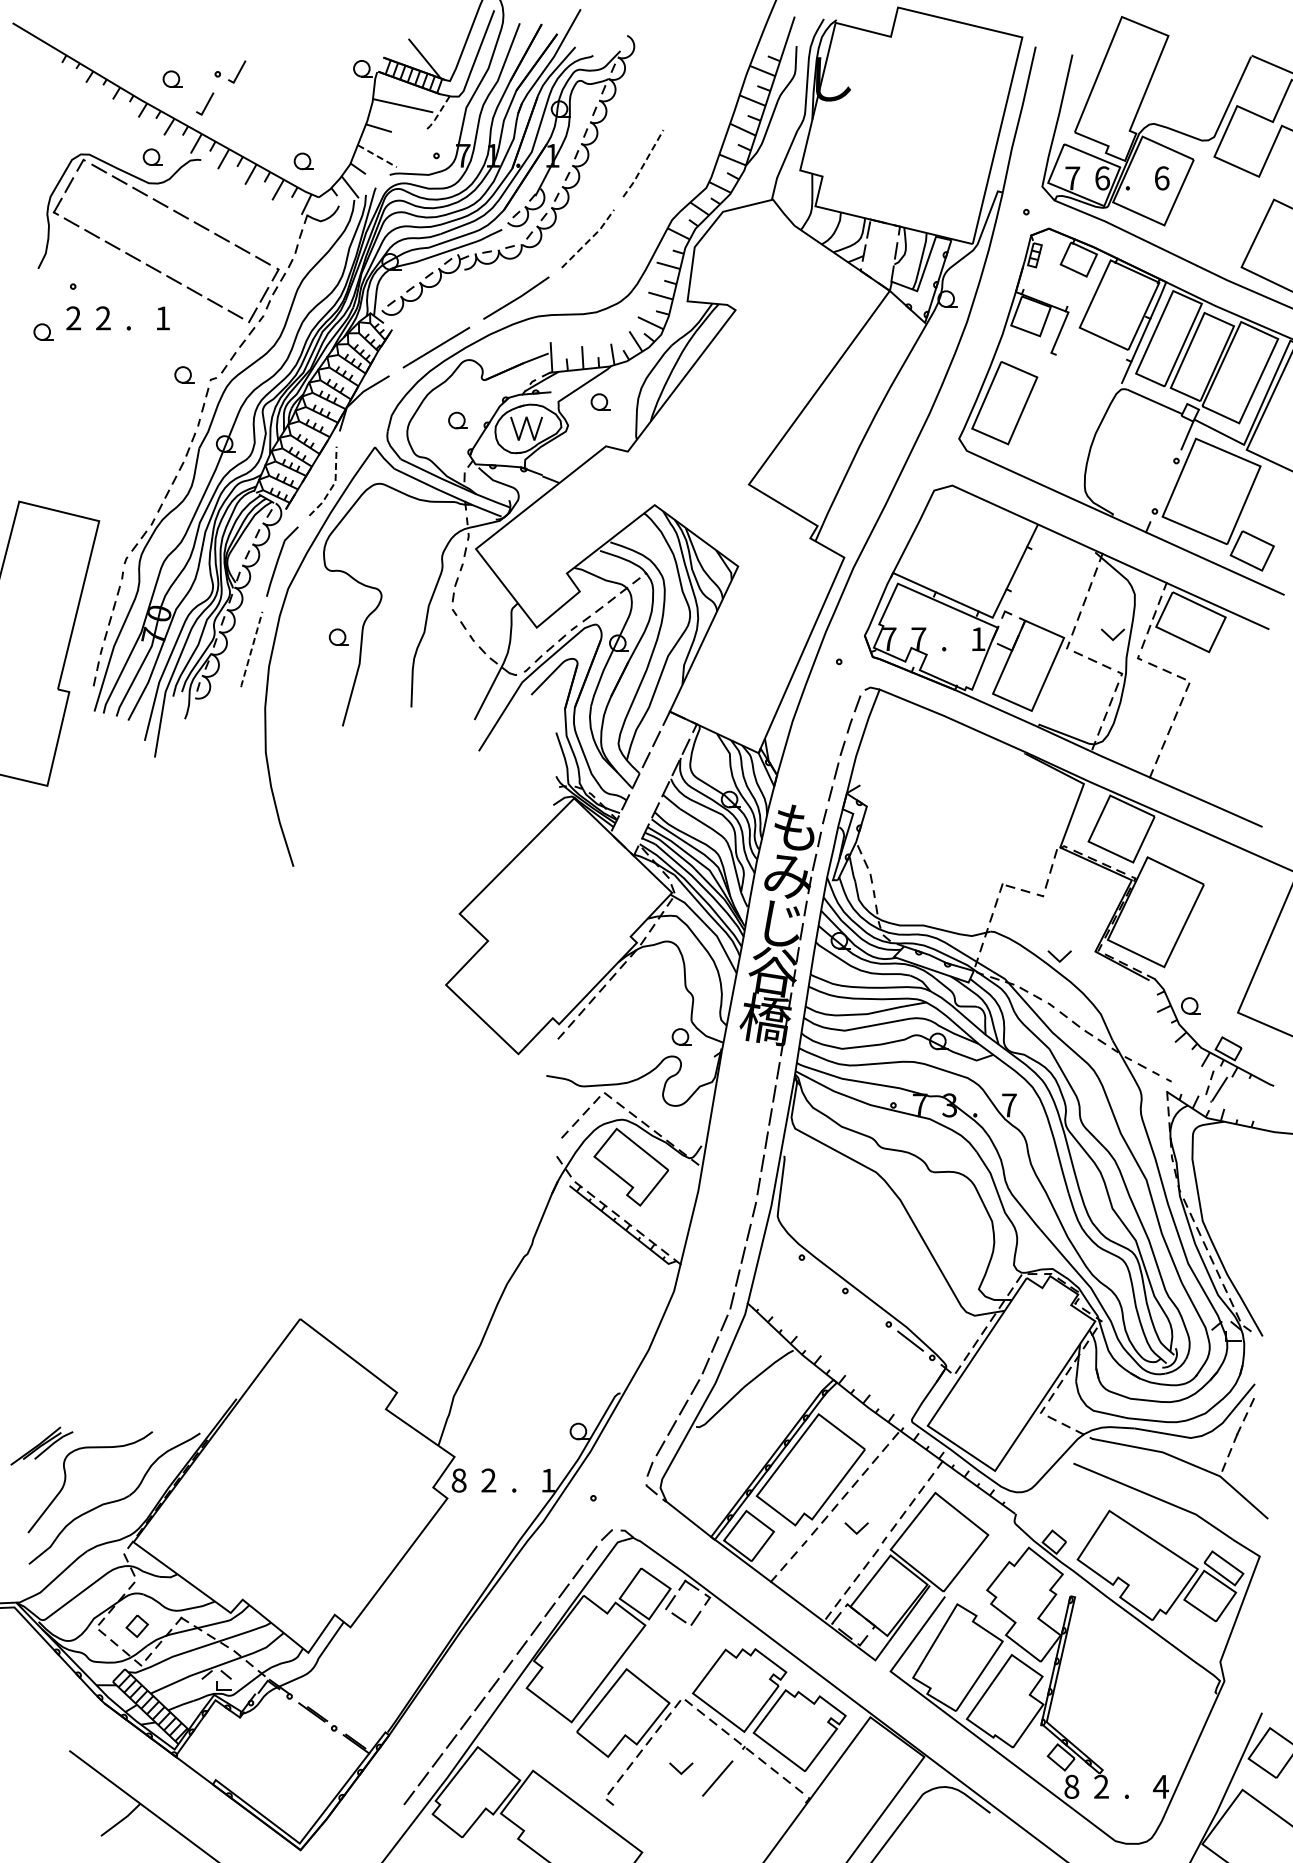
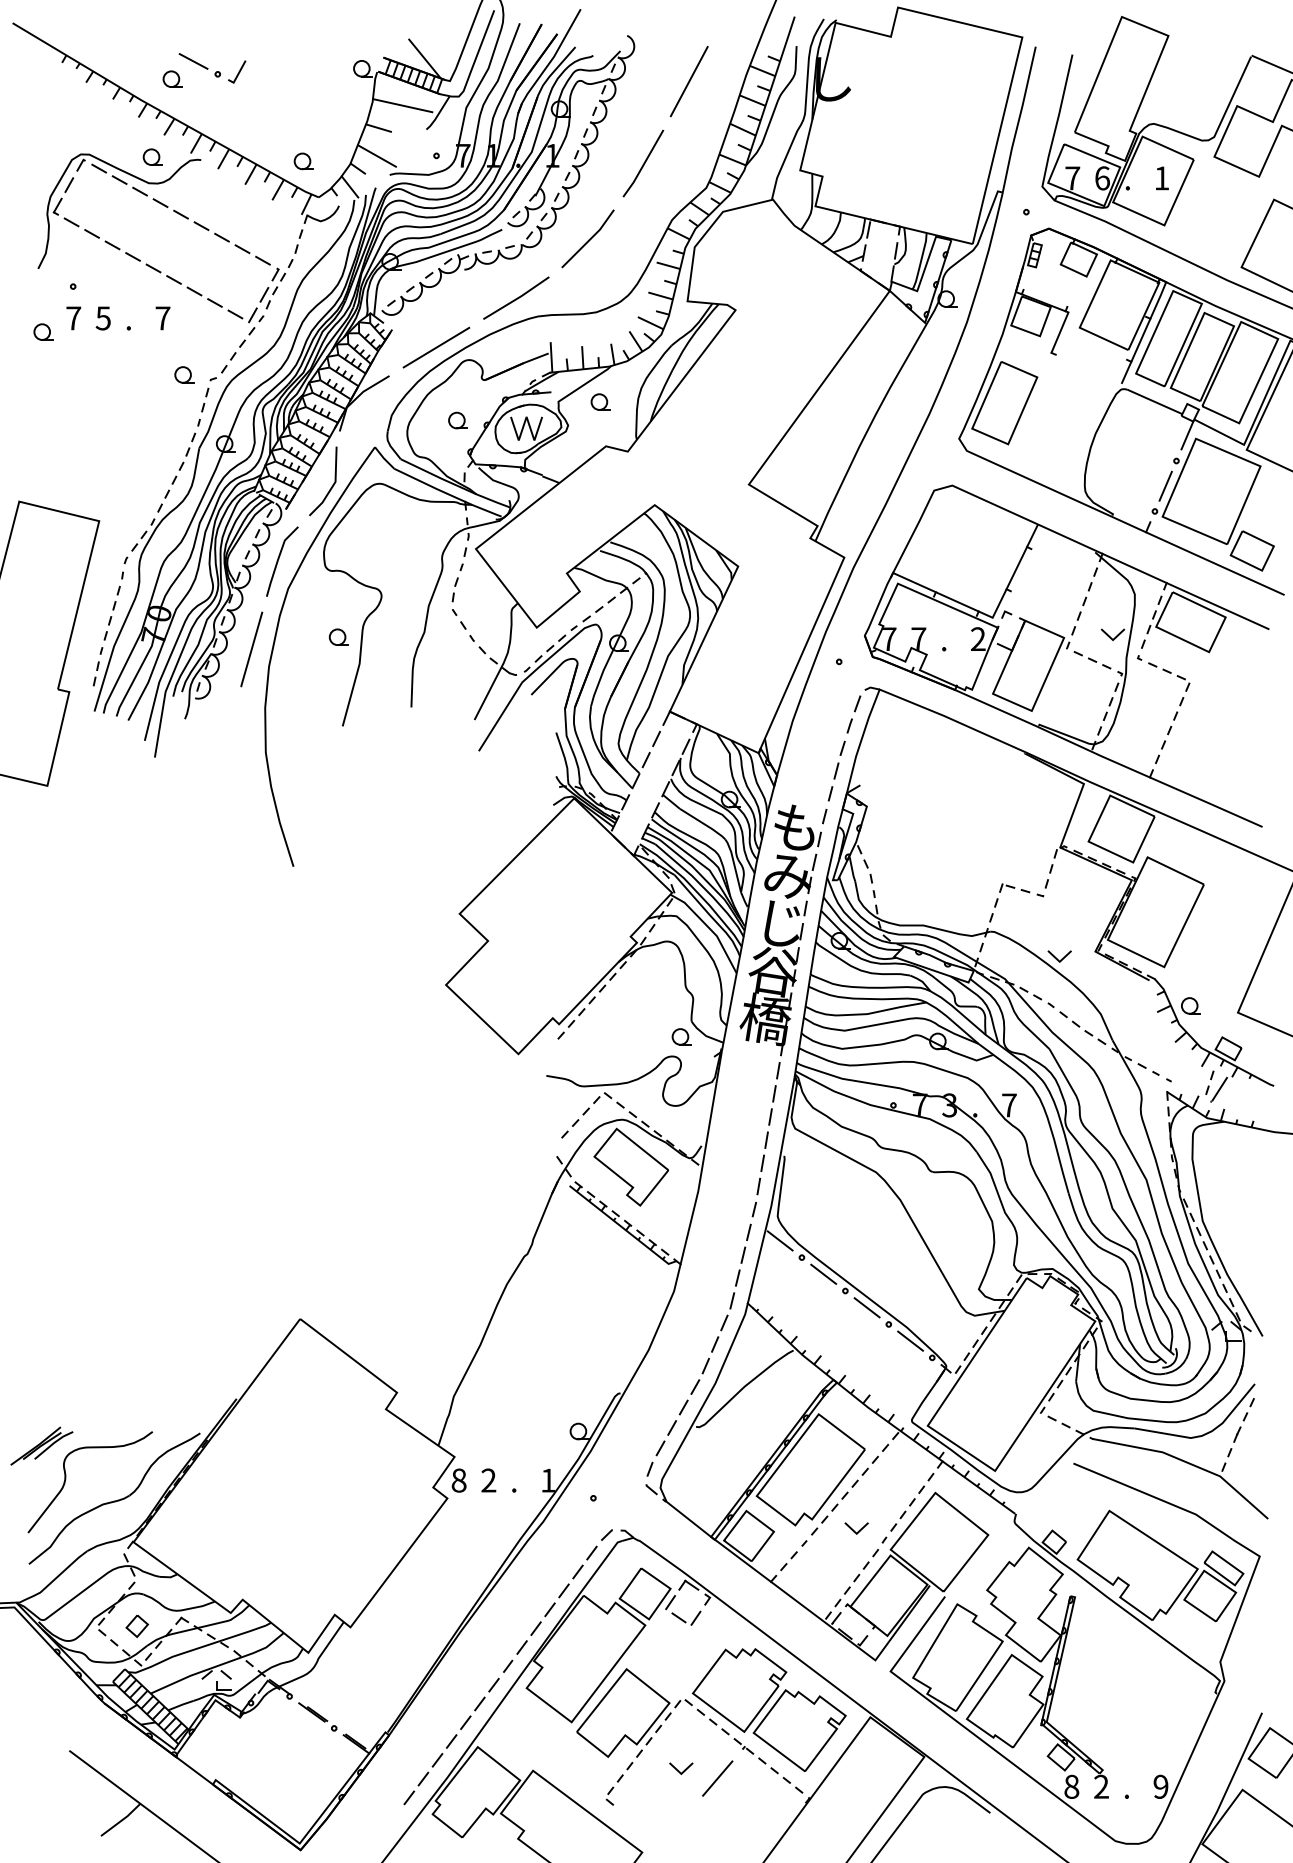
line at (193, 61): none -> present
line at (688, 81): none -> present
line at (206, 103): present -> none
line at (438, 114): dashed -> solid
line at (377, 156): dashed -> solid
line at (644, 164): dashed -> solid
text at (1162, 178): 6 -> 1
line at (590, 239): dashed -> solid
text at (73, 318): 2 -> 7
text at (102, 318): 2 -> 5
text at (162, 318): 1 -> 7
line at (333, 485): dashed -> solid
line at (1165, 485): none -> present
text at (978, 638): 1 -> 2
line at (251, 650): dashed -> solid
line at (779, 1240): none -> present
line at (823, 1273): none -> present
line at (866, 1307): none -> present
text at (1160, 1786): 4 -> 9
